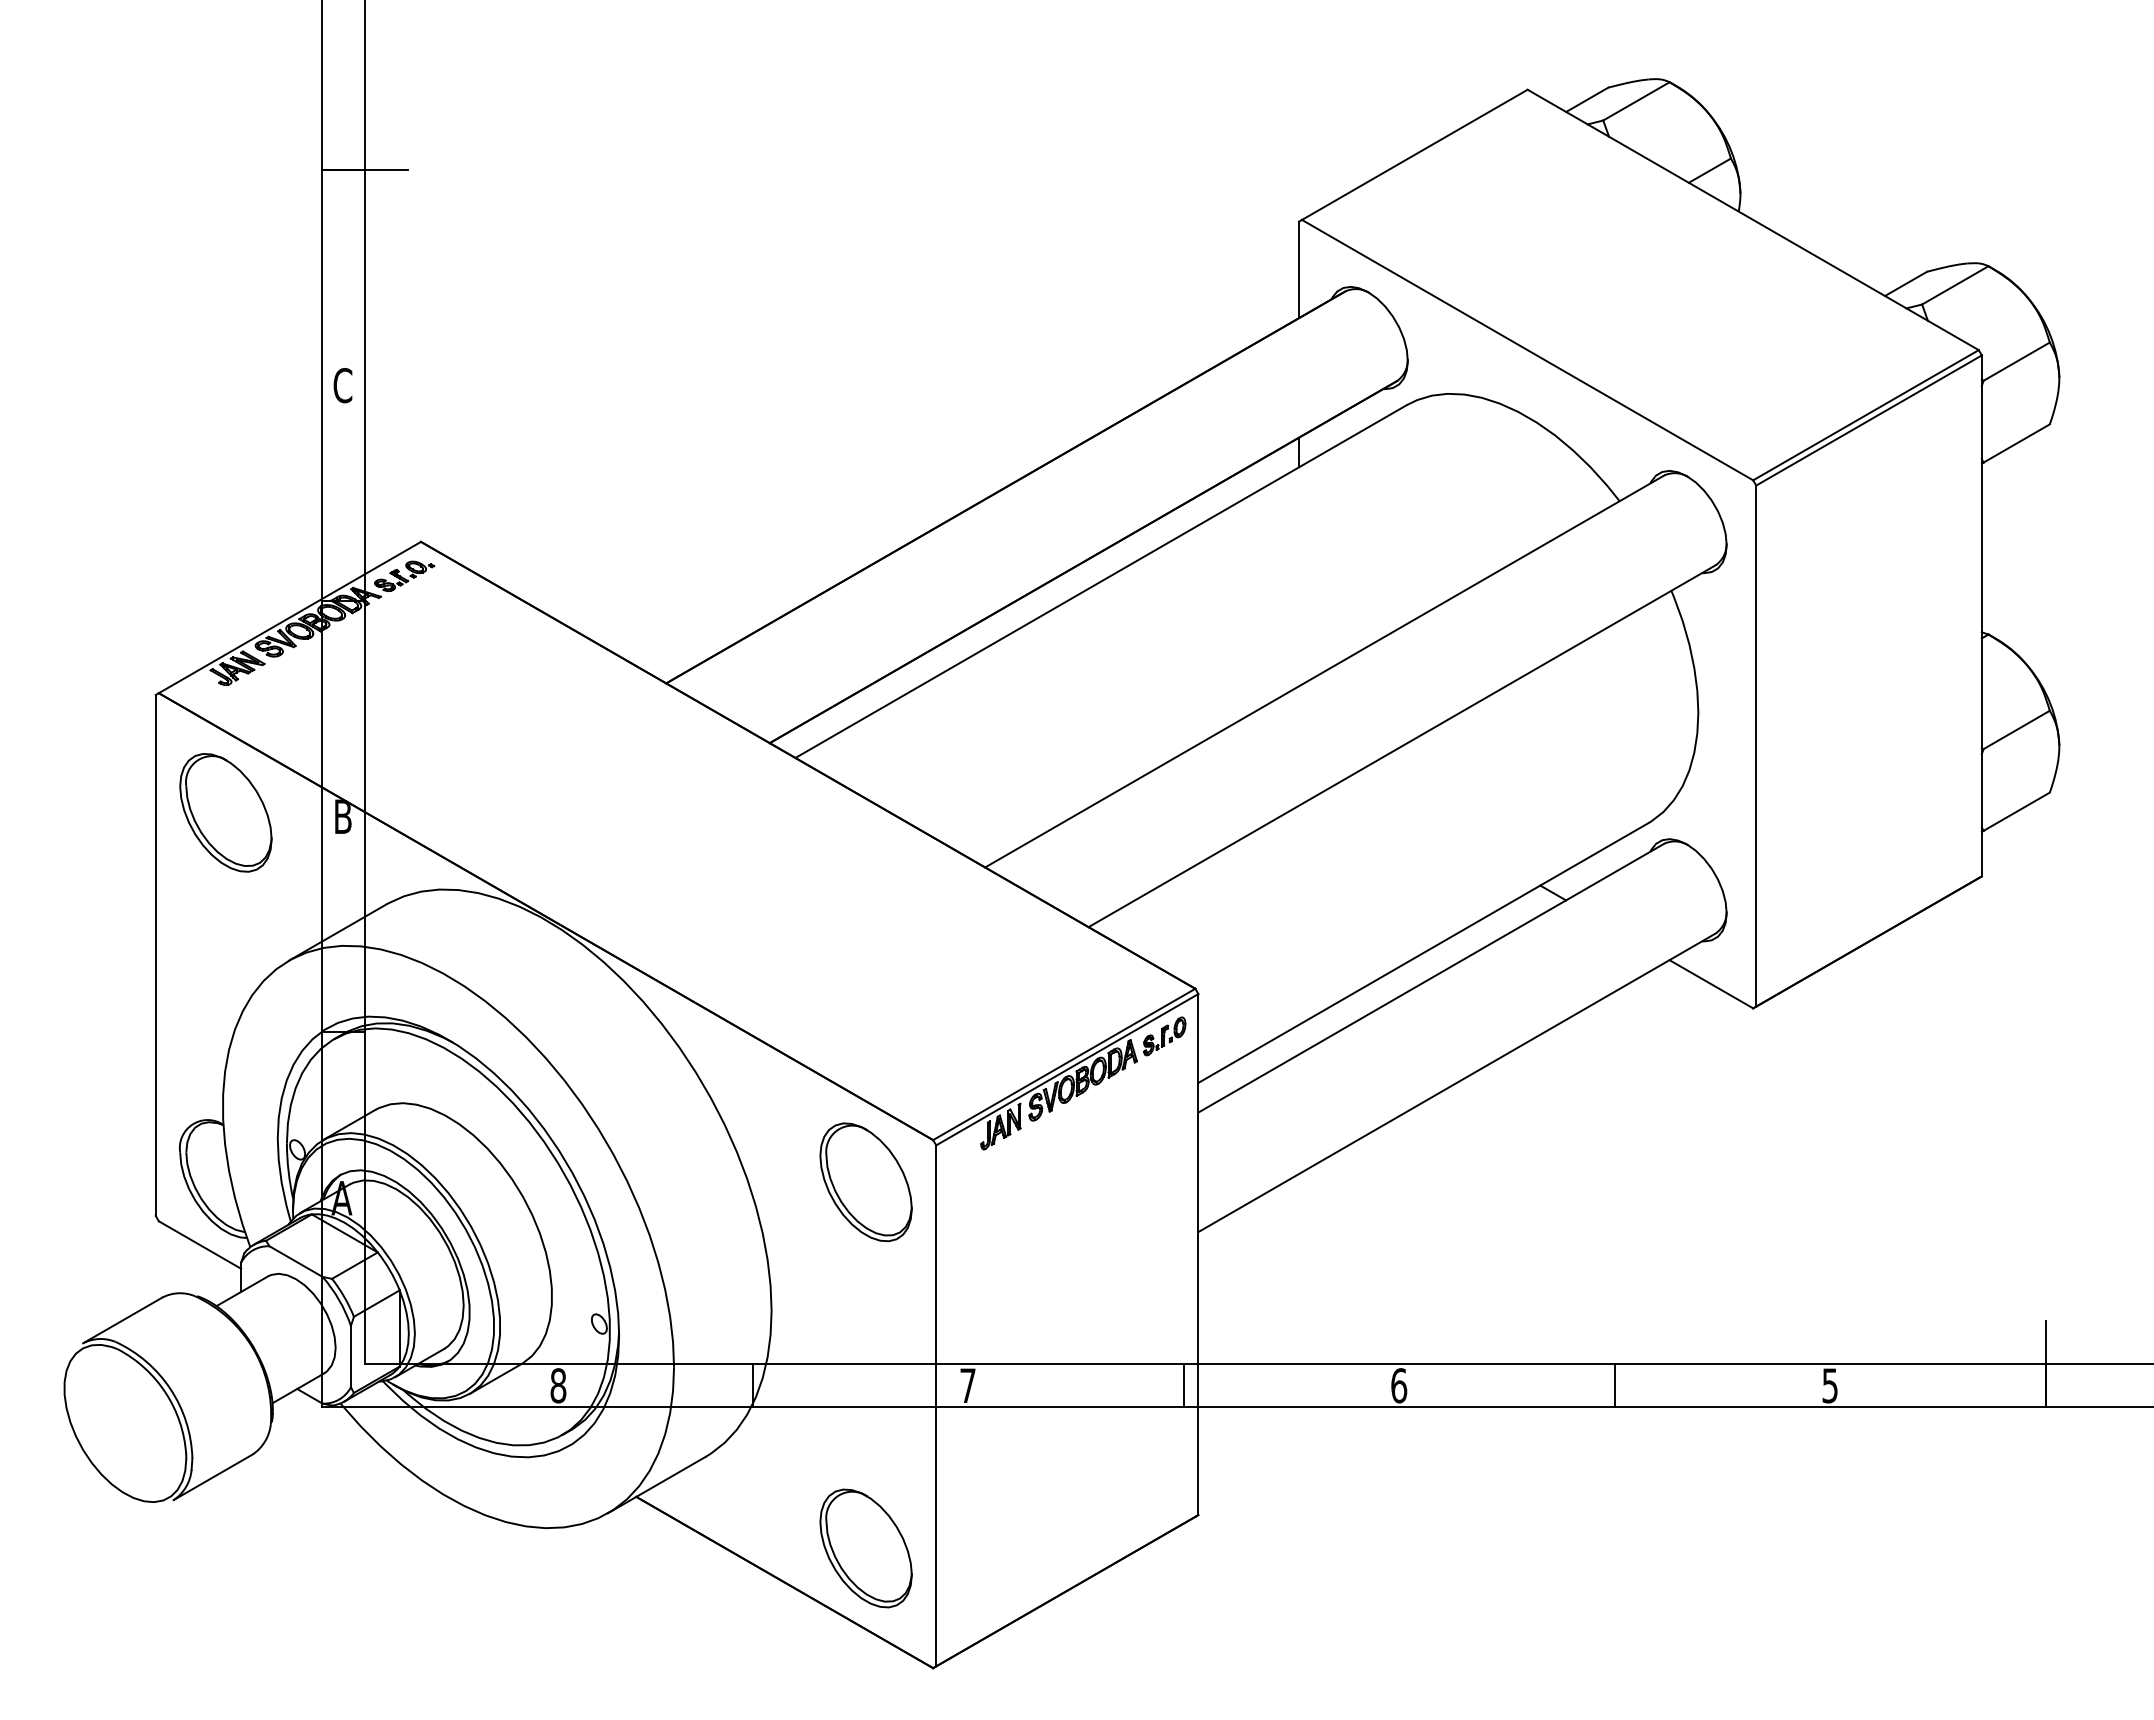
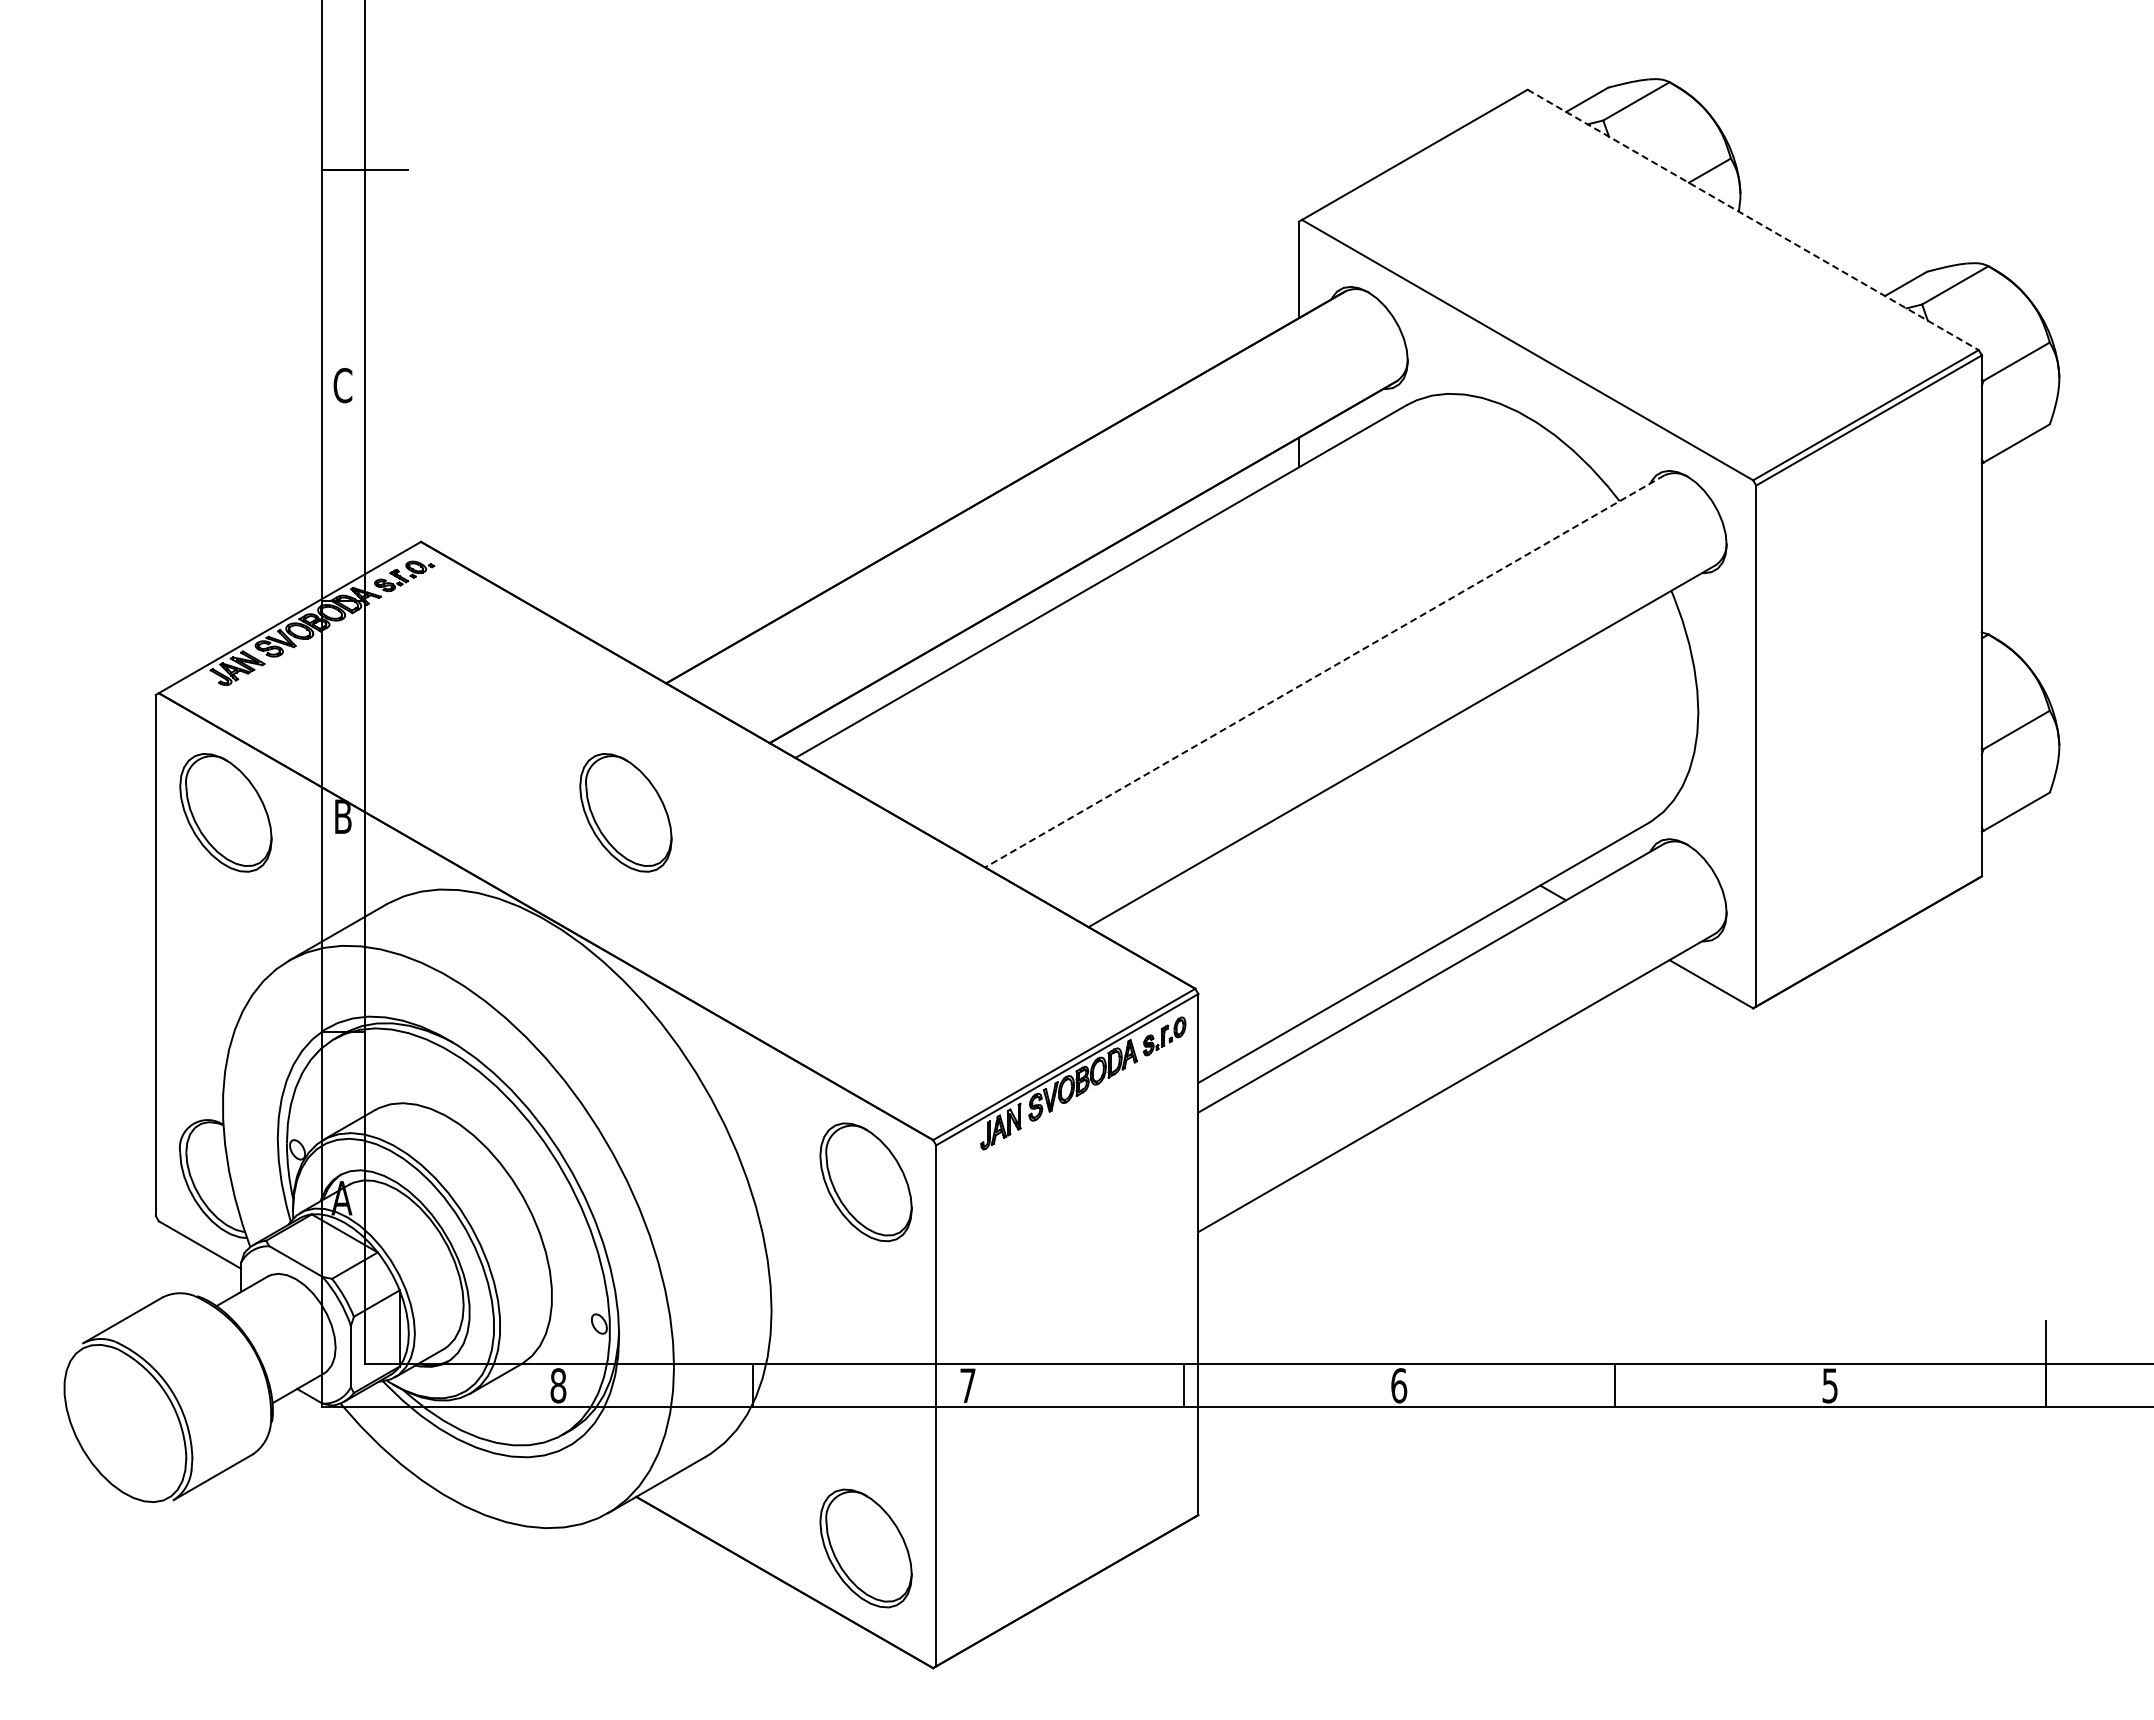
line at (1753, 220): solid -> dashed
line at (1324, 671): solid -> dashed
part at (625, 812): none -> present
